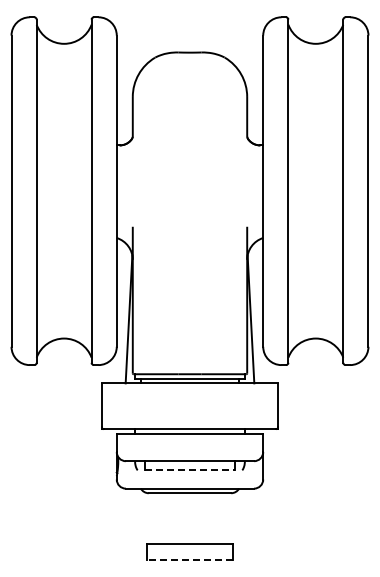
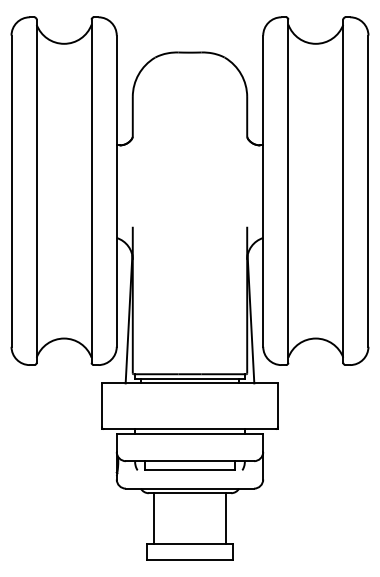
line at (189, 470): dashed -> solid
line at (153, 518): none -> present
line at (226, 518): none -> present
line at (189, 559): dashed -> solid
